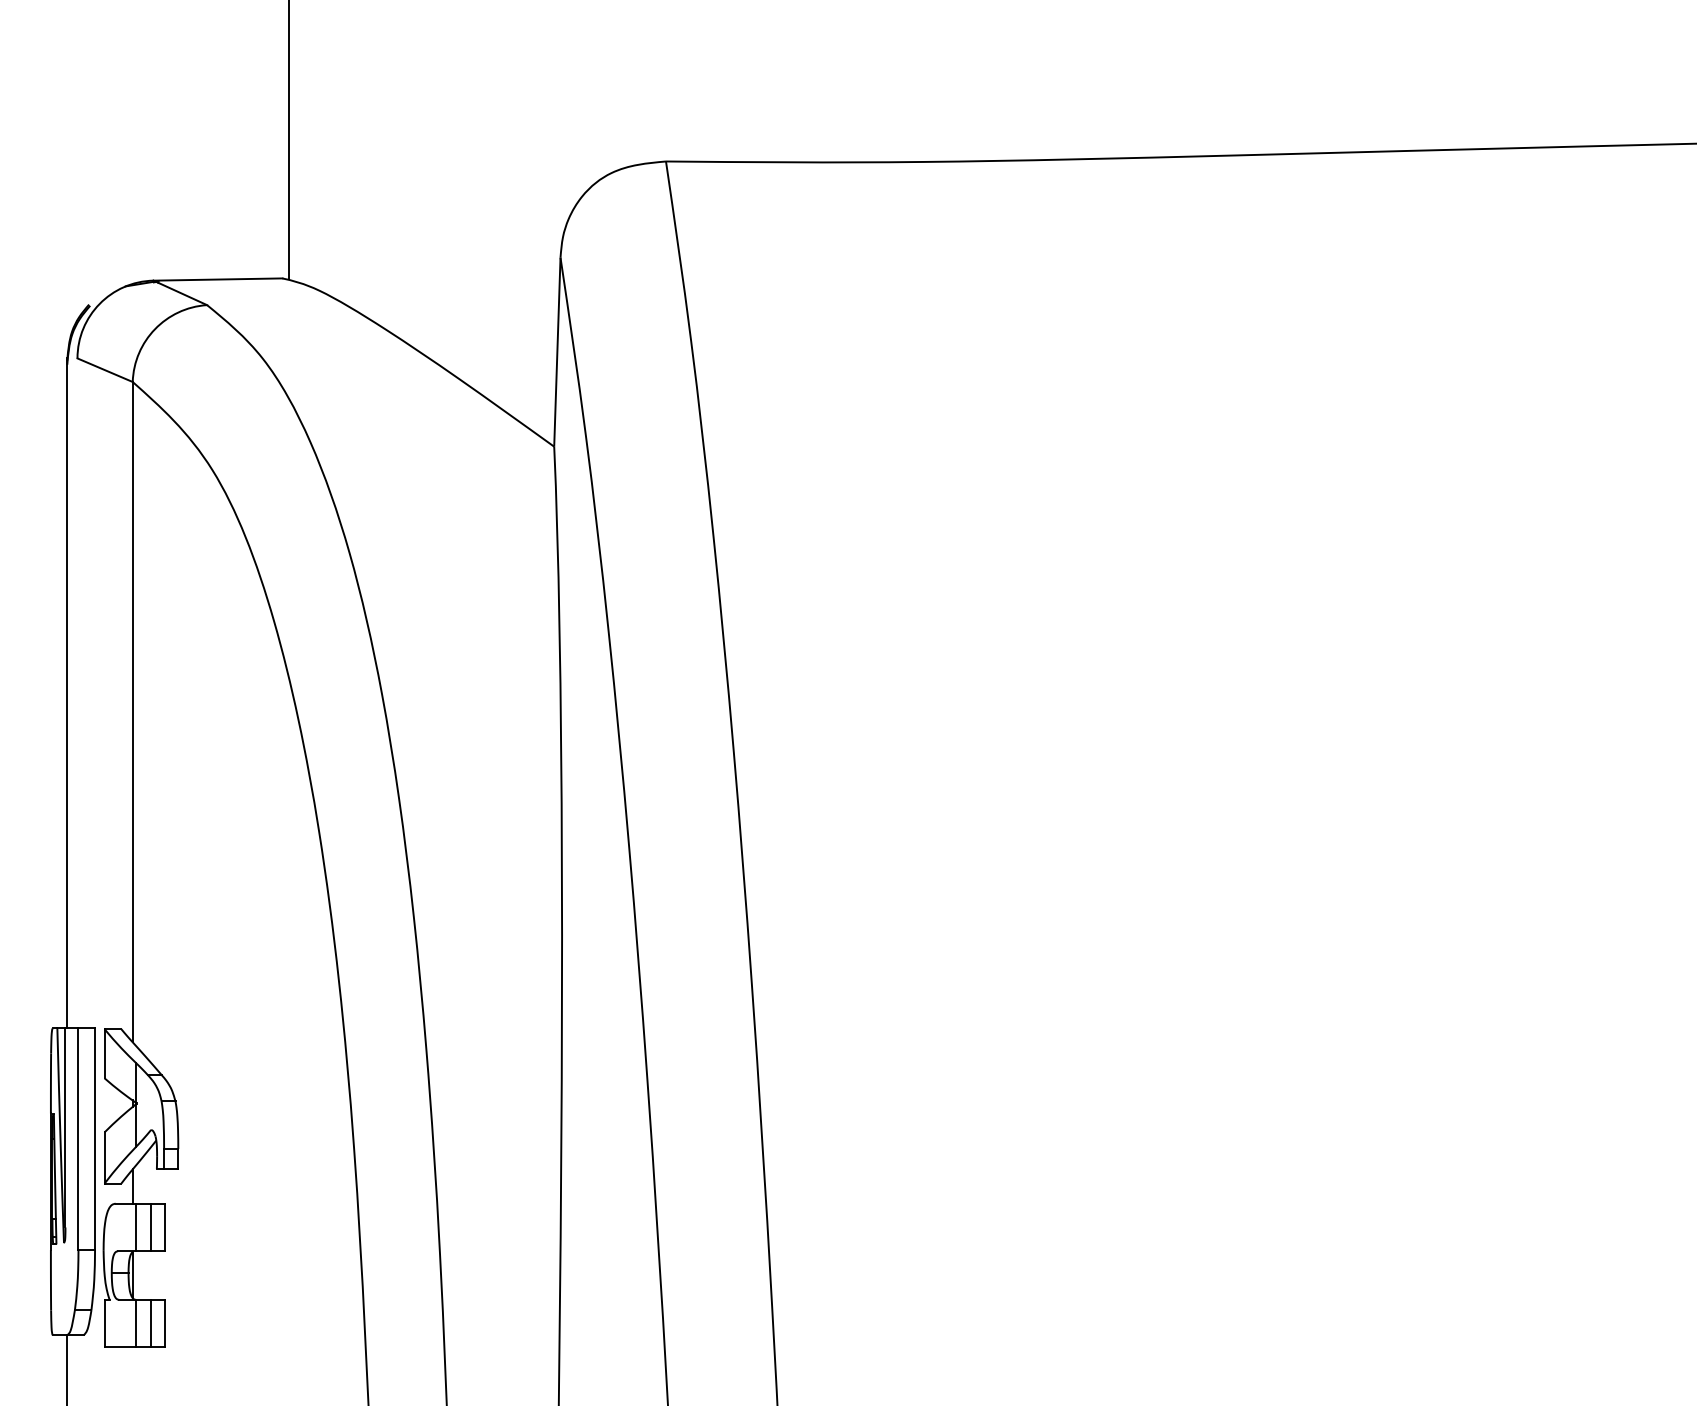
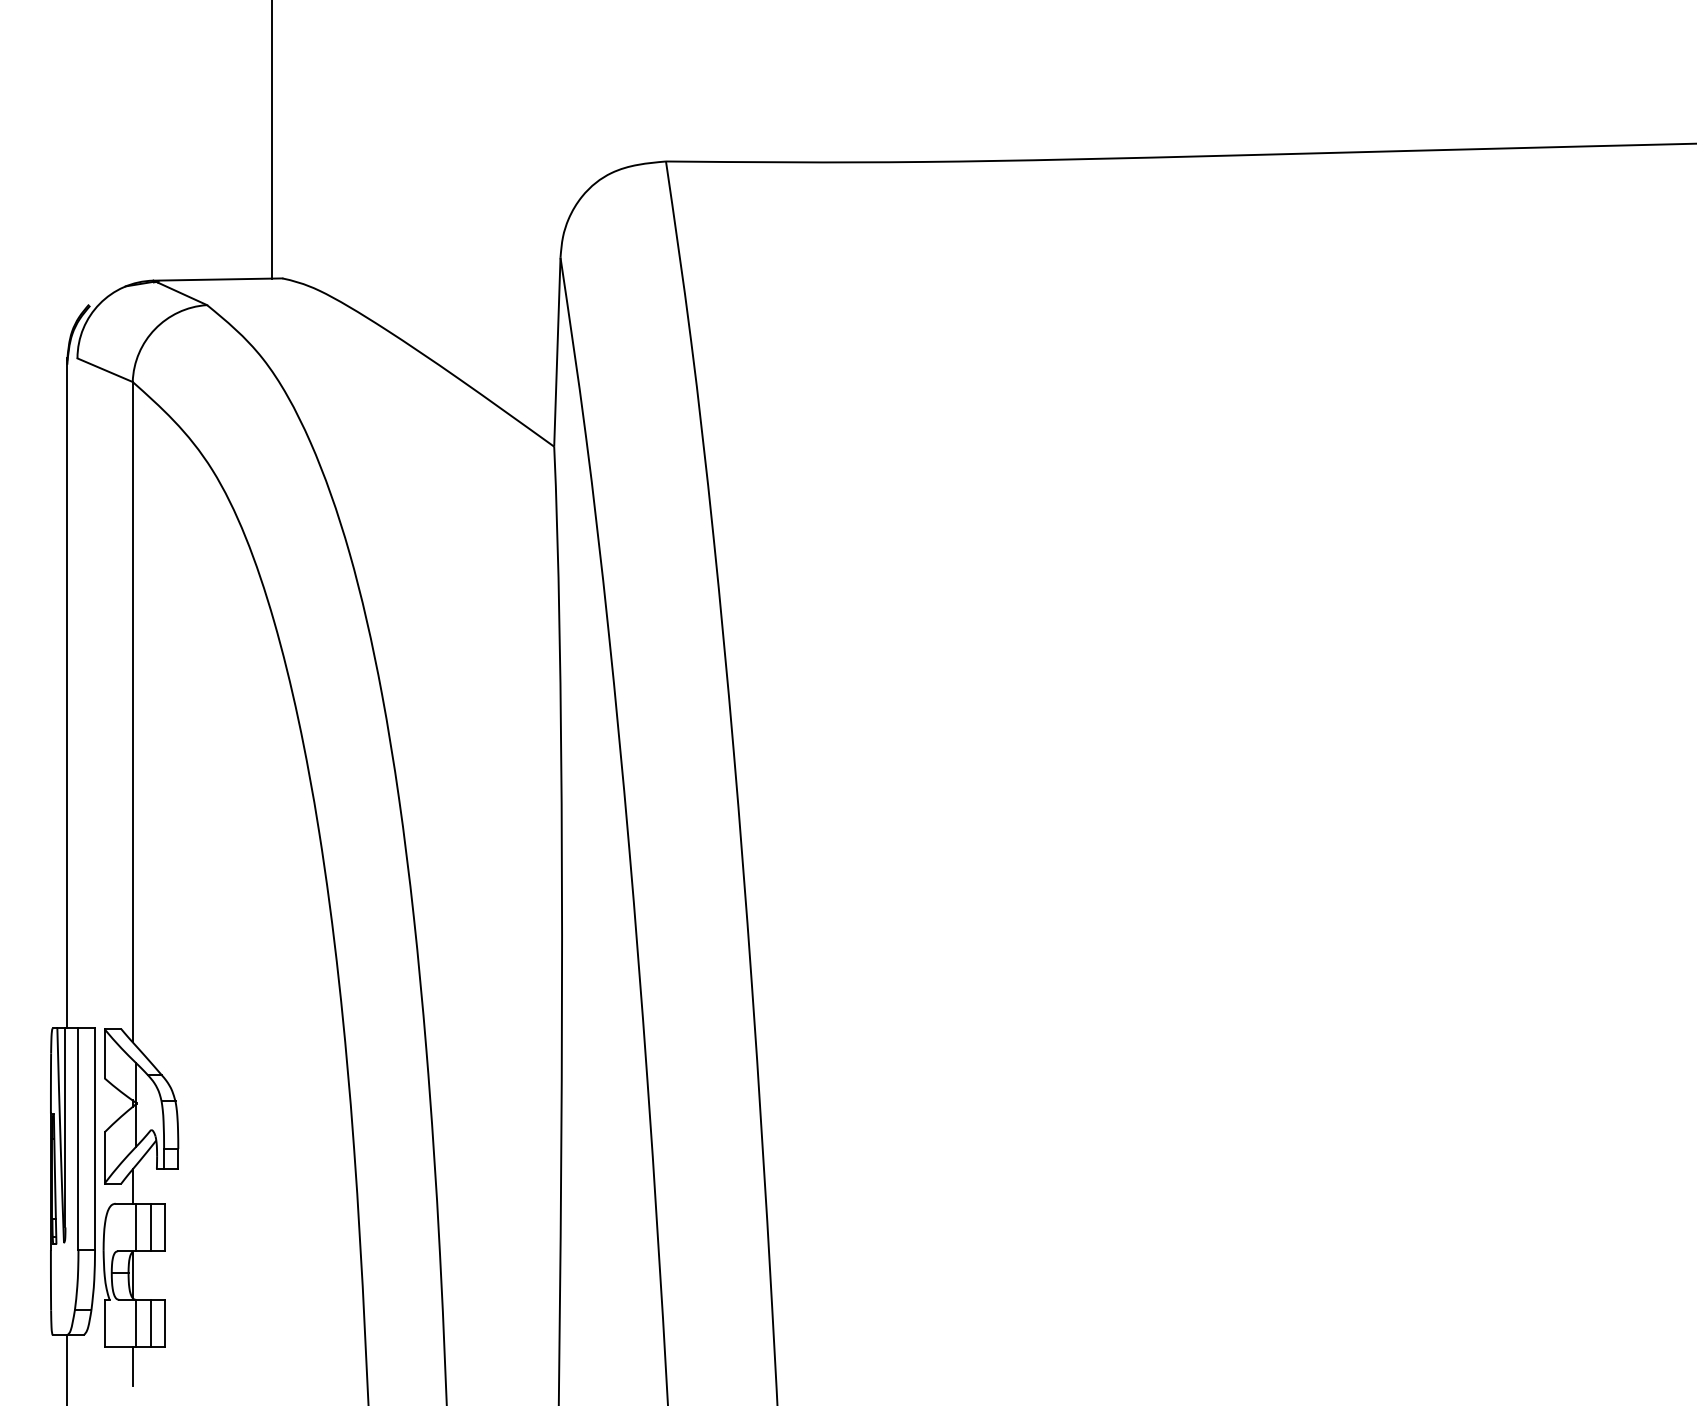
line at (288, 140) position: (288, 140) -> (271, 140)
line at (132, 1366): none -> present
